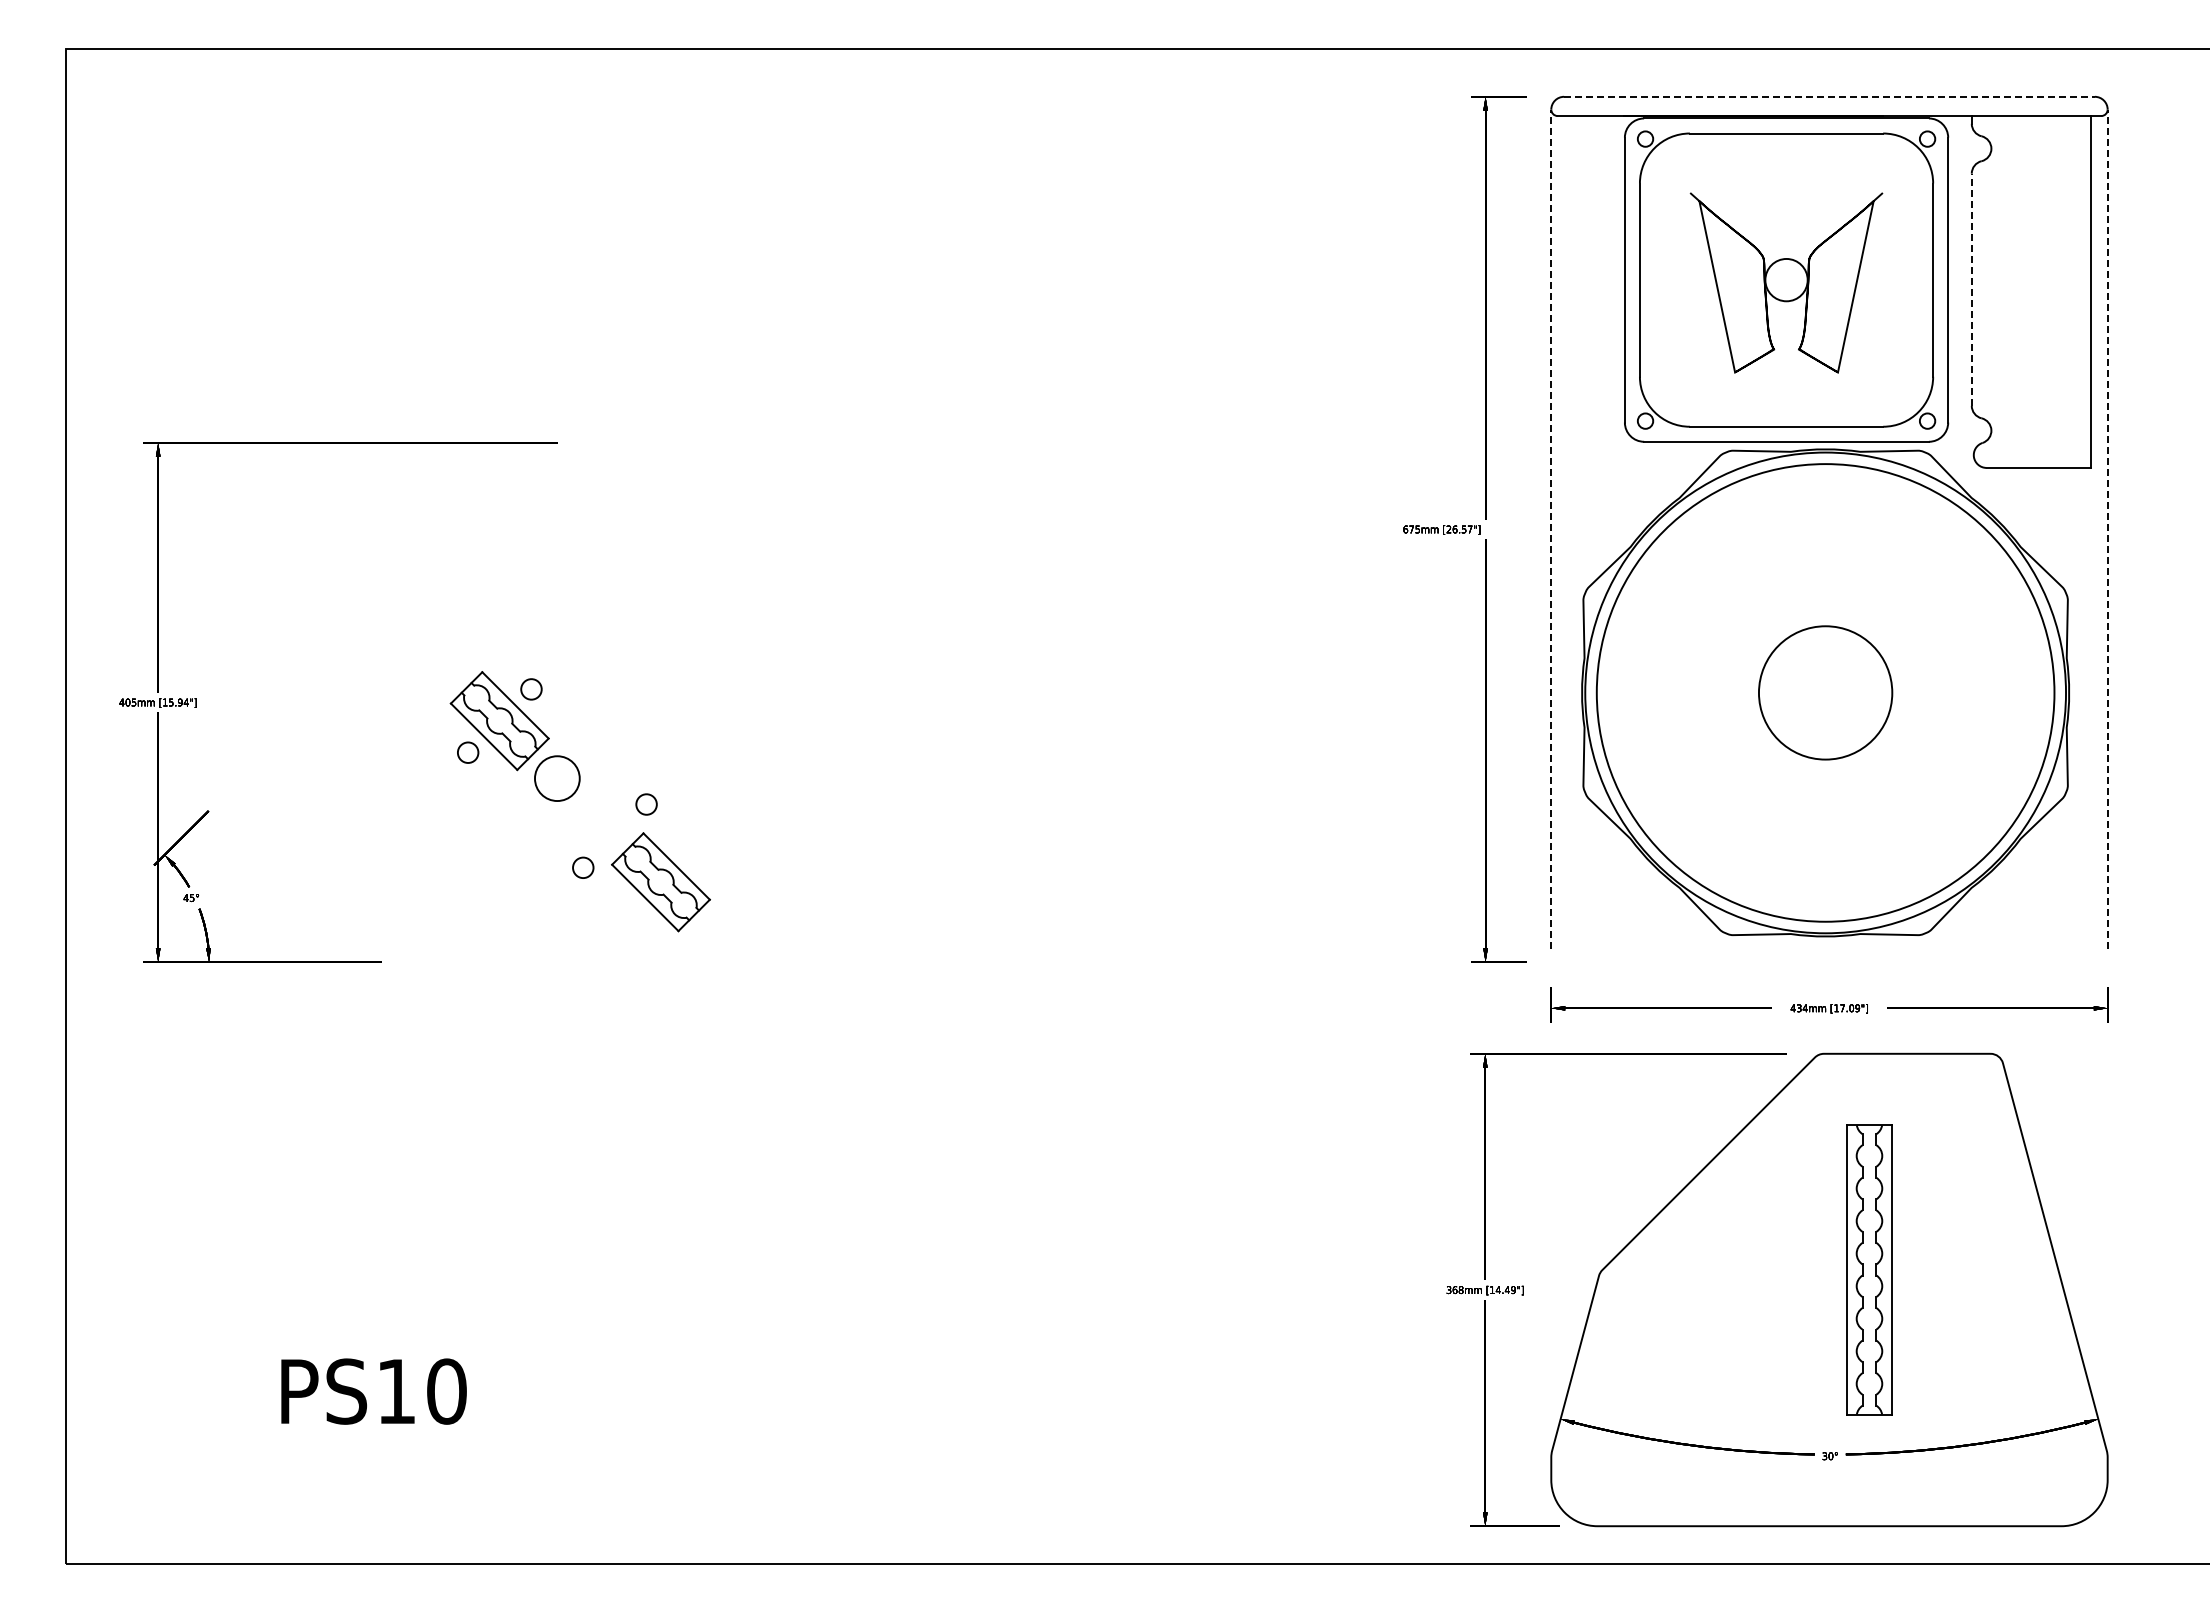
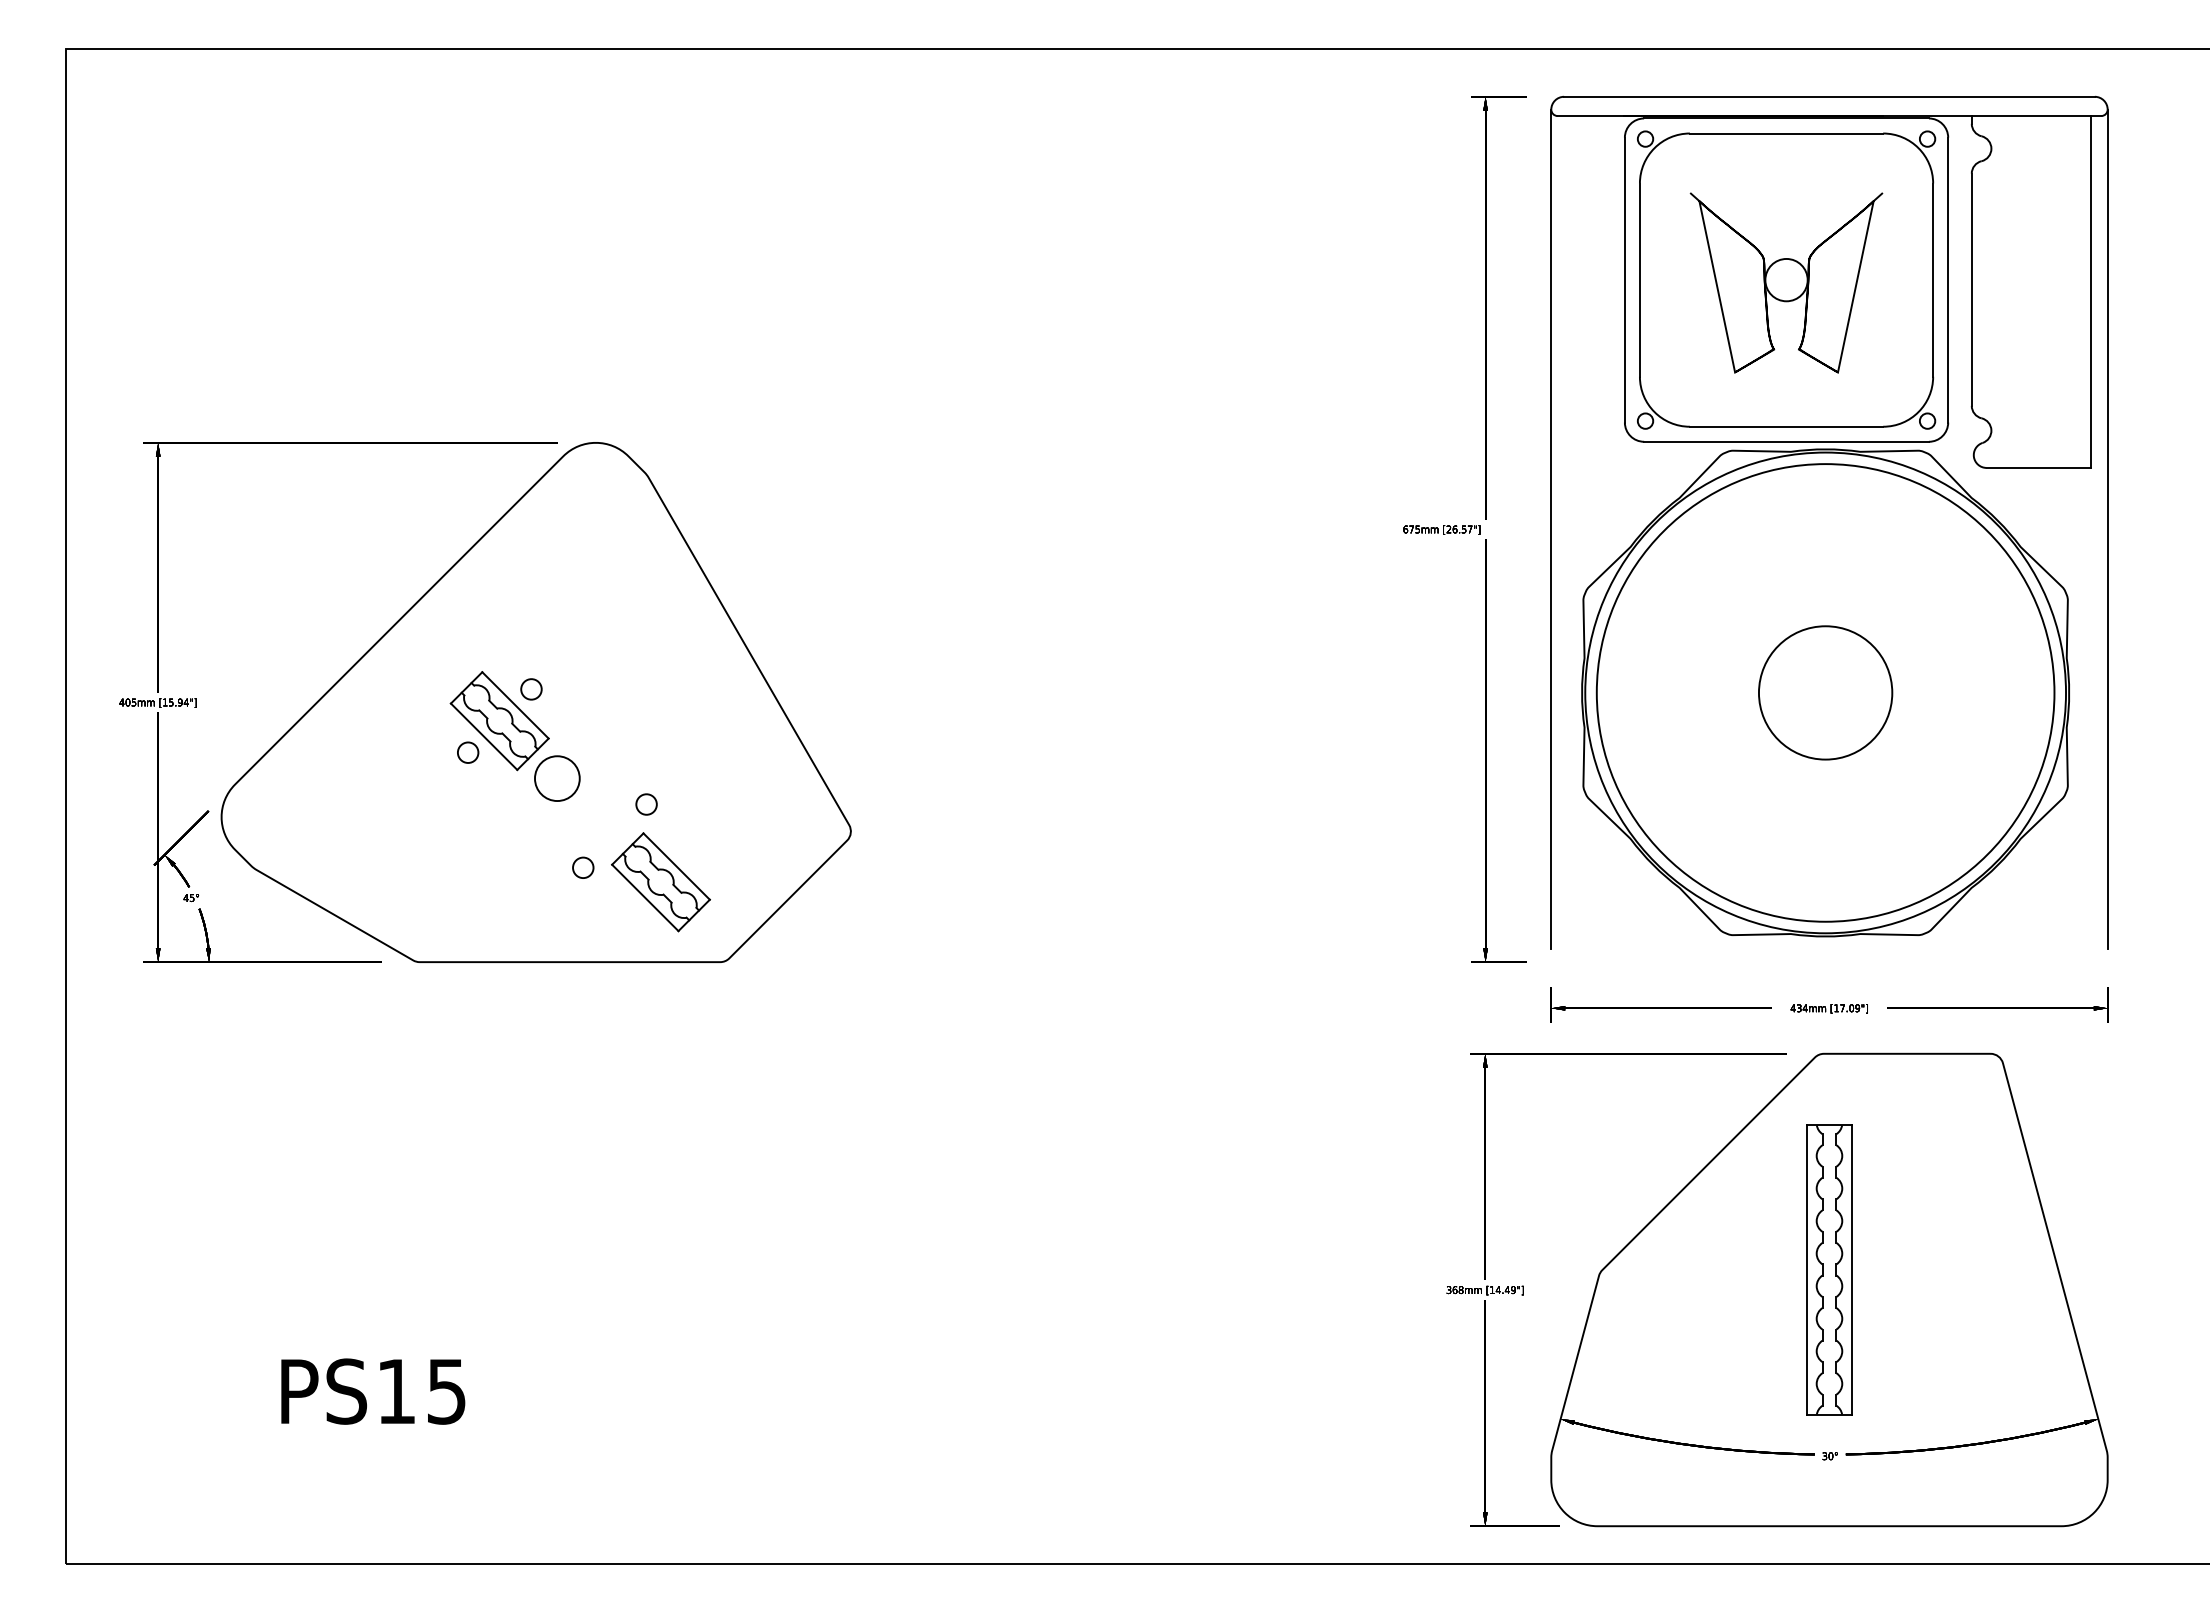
line at (1829, 96): dashed -> solid
line at (1971, 289): dashed -> solid
line at (1551, 529): dashed -> solid
line at (2107, 529): dashed -> solid
part at (535, 702): none -> present
part at (1869, 1269) position: (1869, 1269) -> (1829, 1269)
text at (446, 1391): PS10 -> PS15
